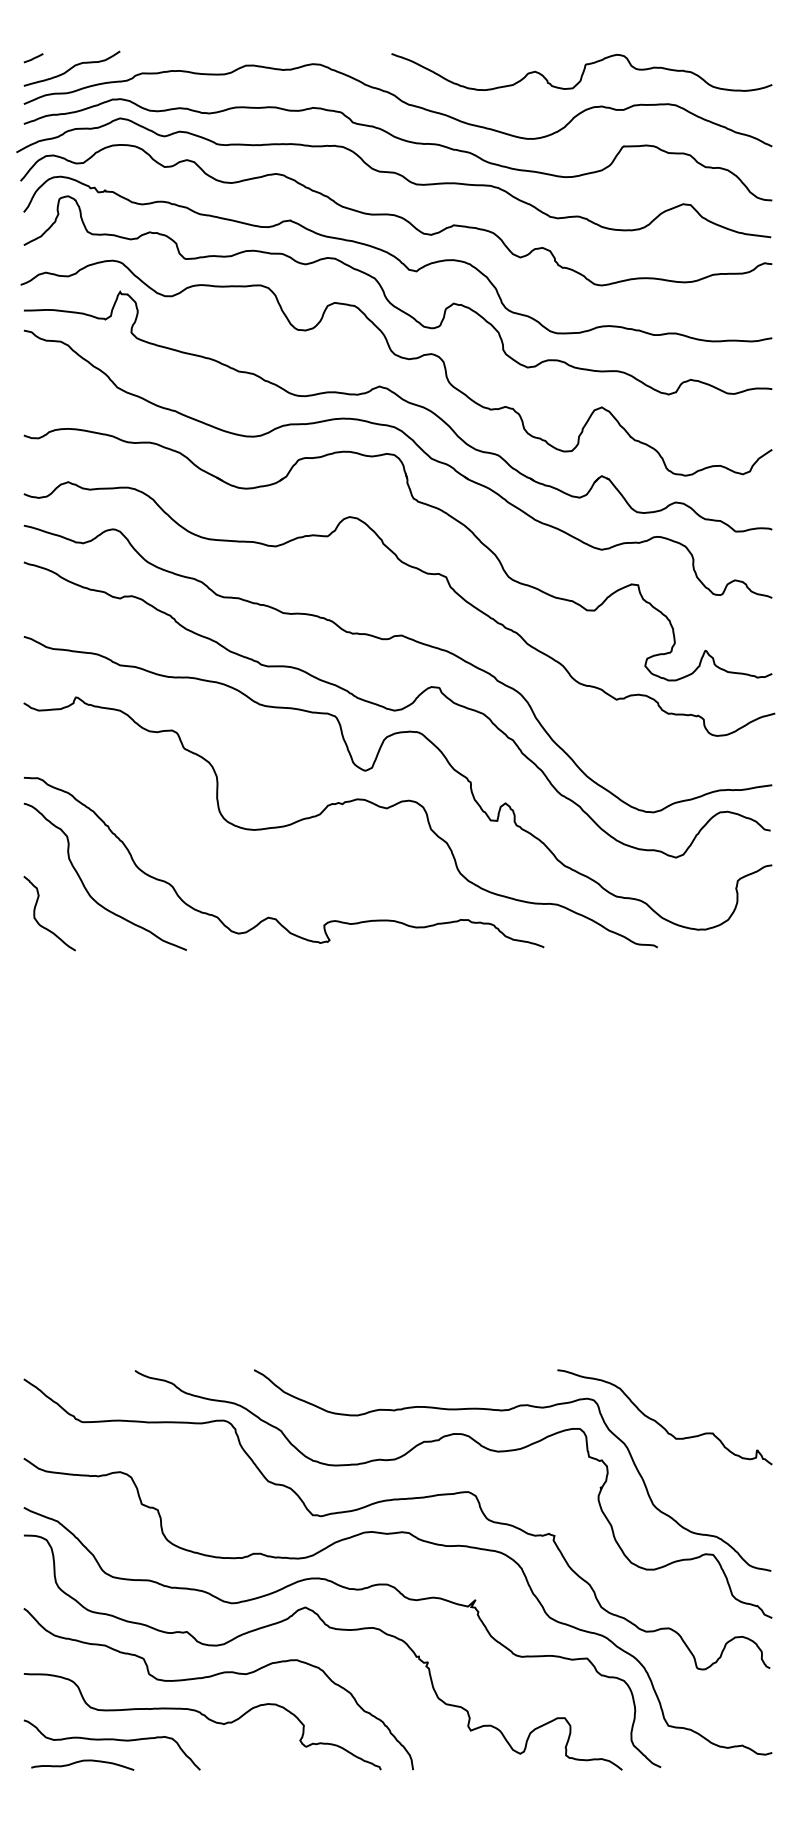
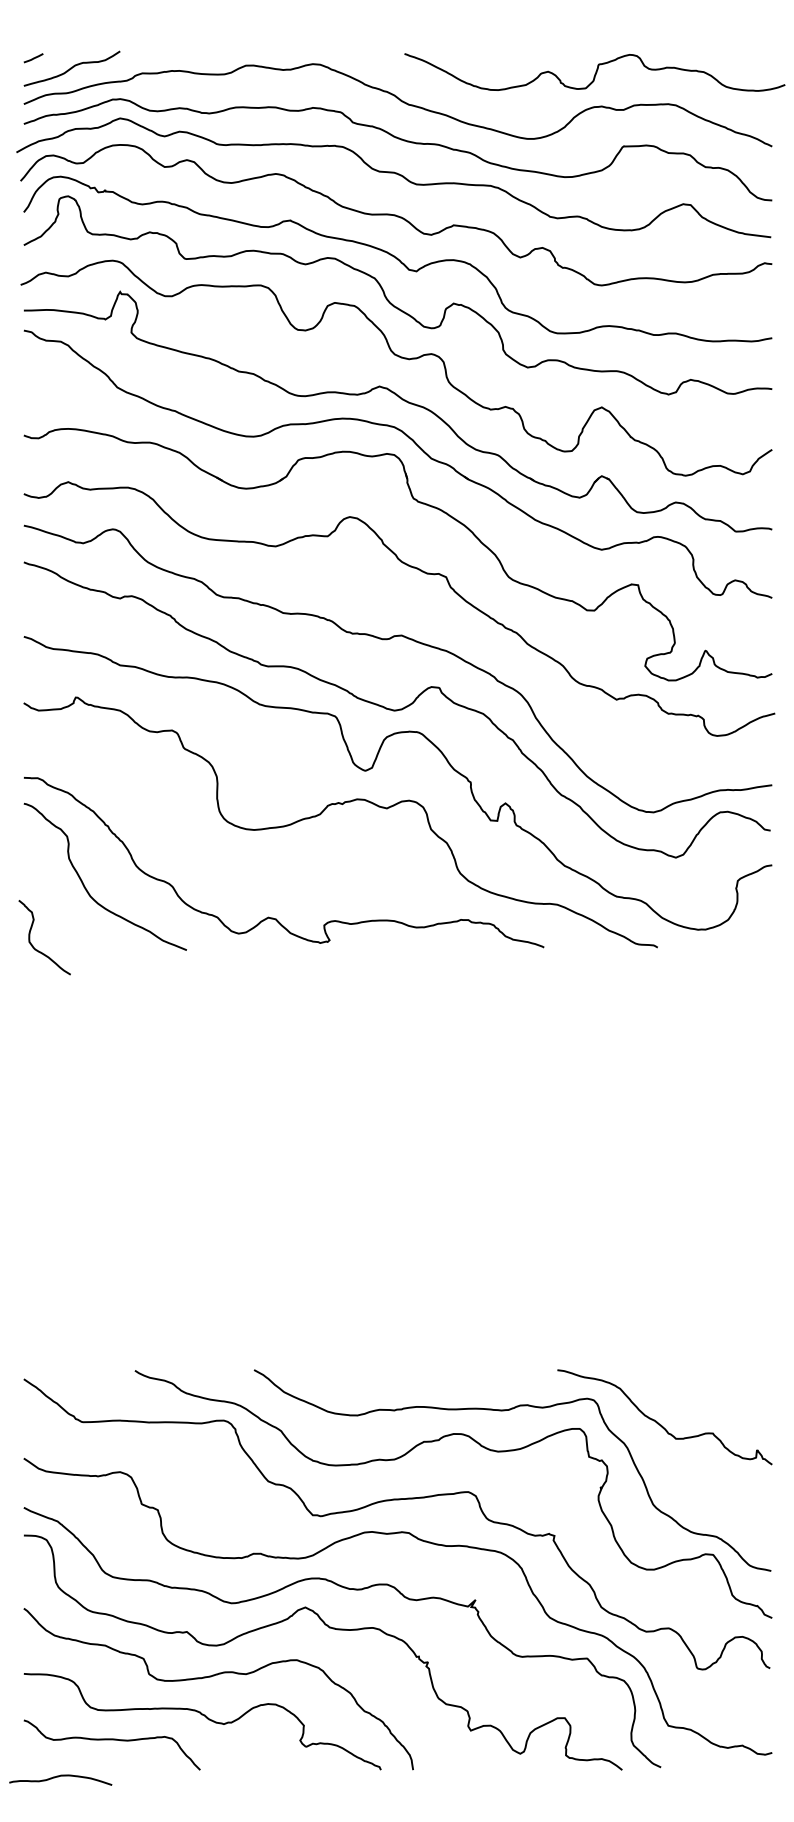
curve at (582, 72) position: (582, 72) -> (595, 72)
curve at (38, 921) position: (38, 921) -> (33, 945)
curve at (80, 1762) position: (80, 1762) -> (58, 1777)
